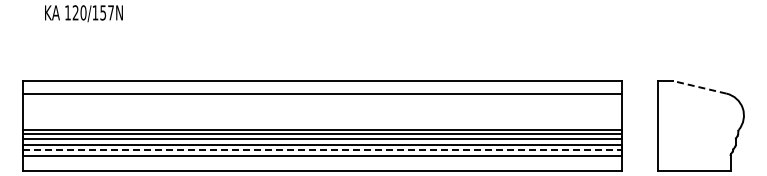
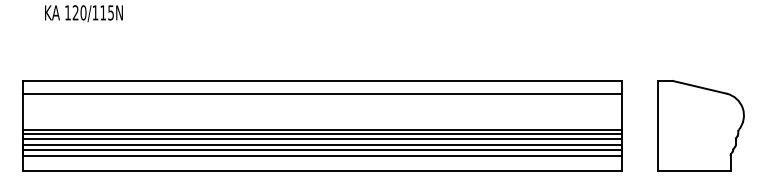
text at (106, 12): 120/157N -> 120/115N
line at (699, 87): dashed -> solid
line at (322, 149): dashed -> solid
